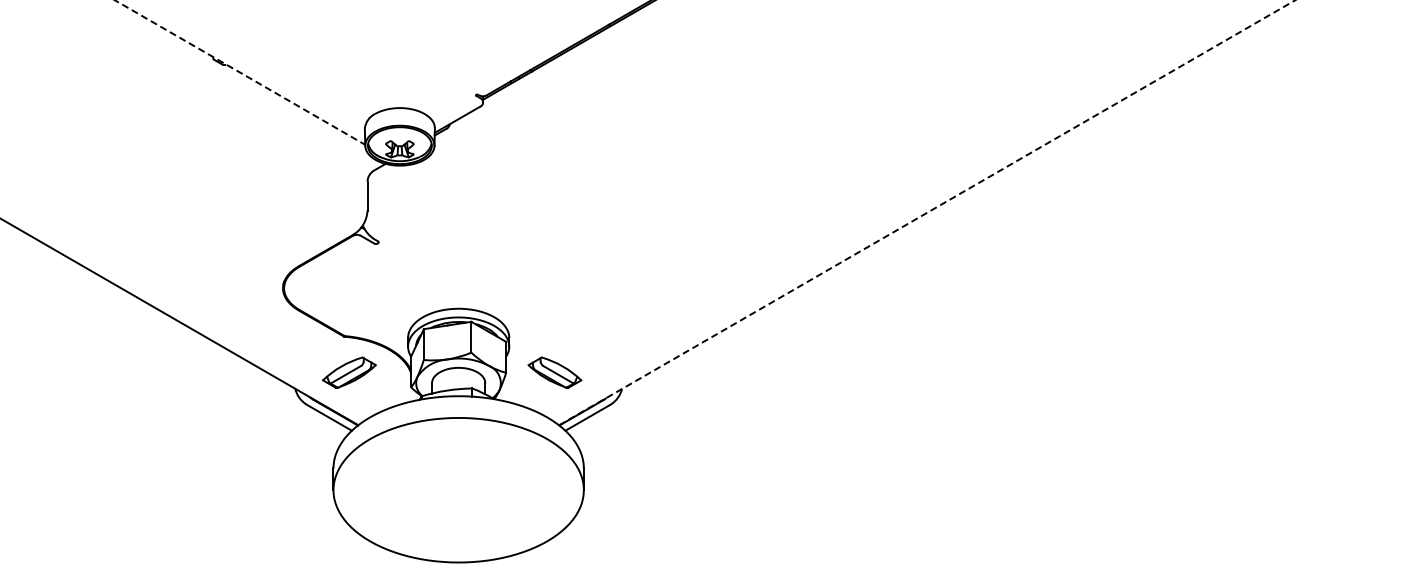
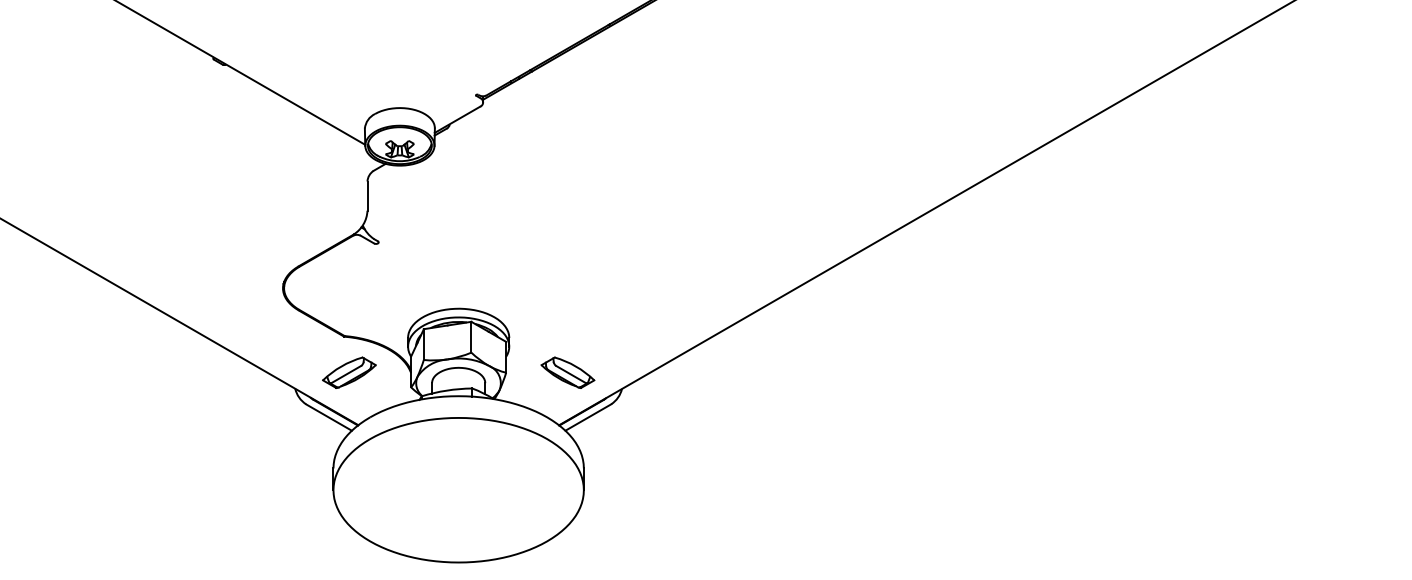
line at (239, 72): dashed -> solid
line at (927, 212): dashed -> solid
part at (554, 372) position: (554, 372) -> (567, 372)
